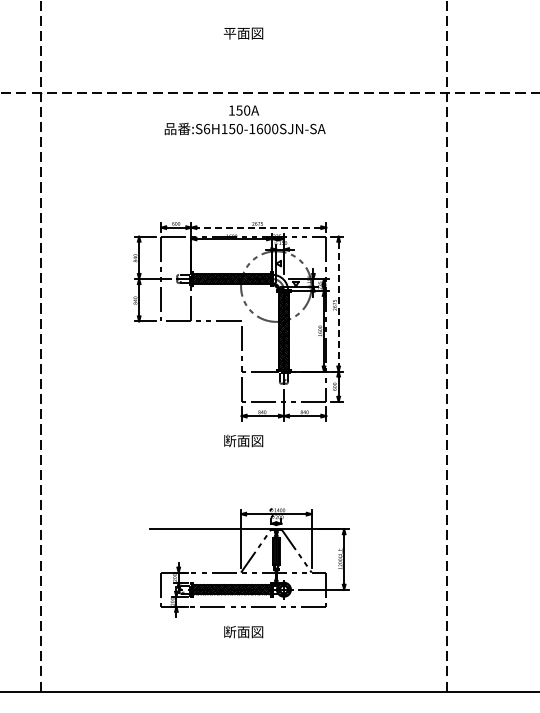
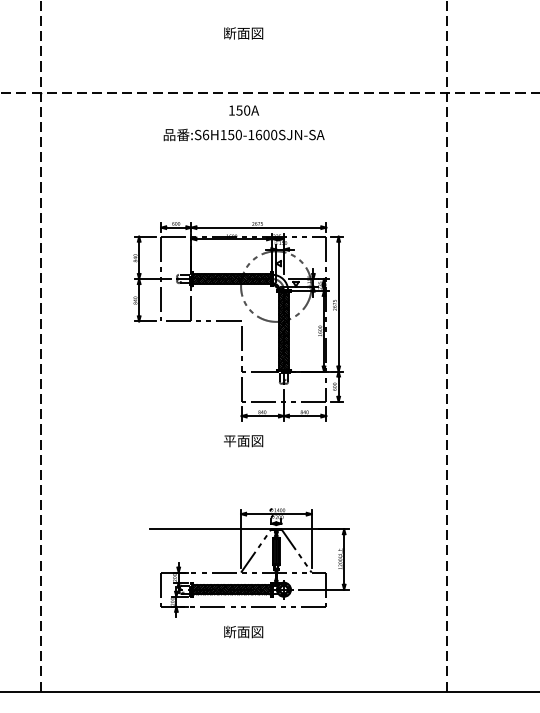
text at (229, 33): 平面図 -> 断面図
text at (244, 128) position: (244, 128) -> (243, 134)
line at (258, 227): dashed -> solid
line at (338, 304): dashed -> solid
text at (229, 440): 断面図 -> 平面図
